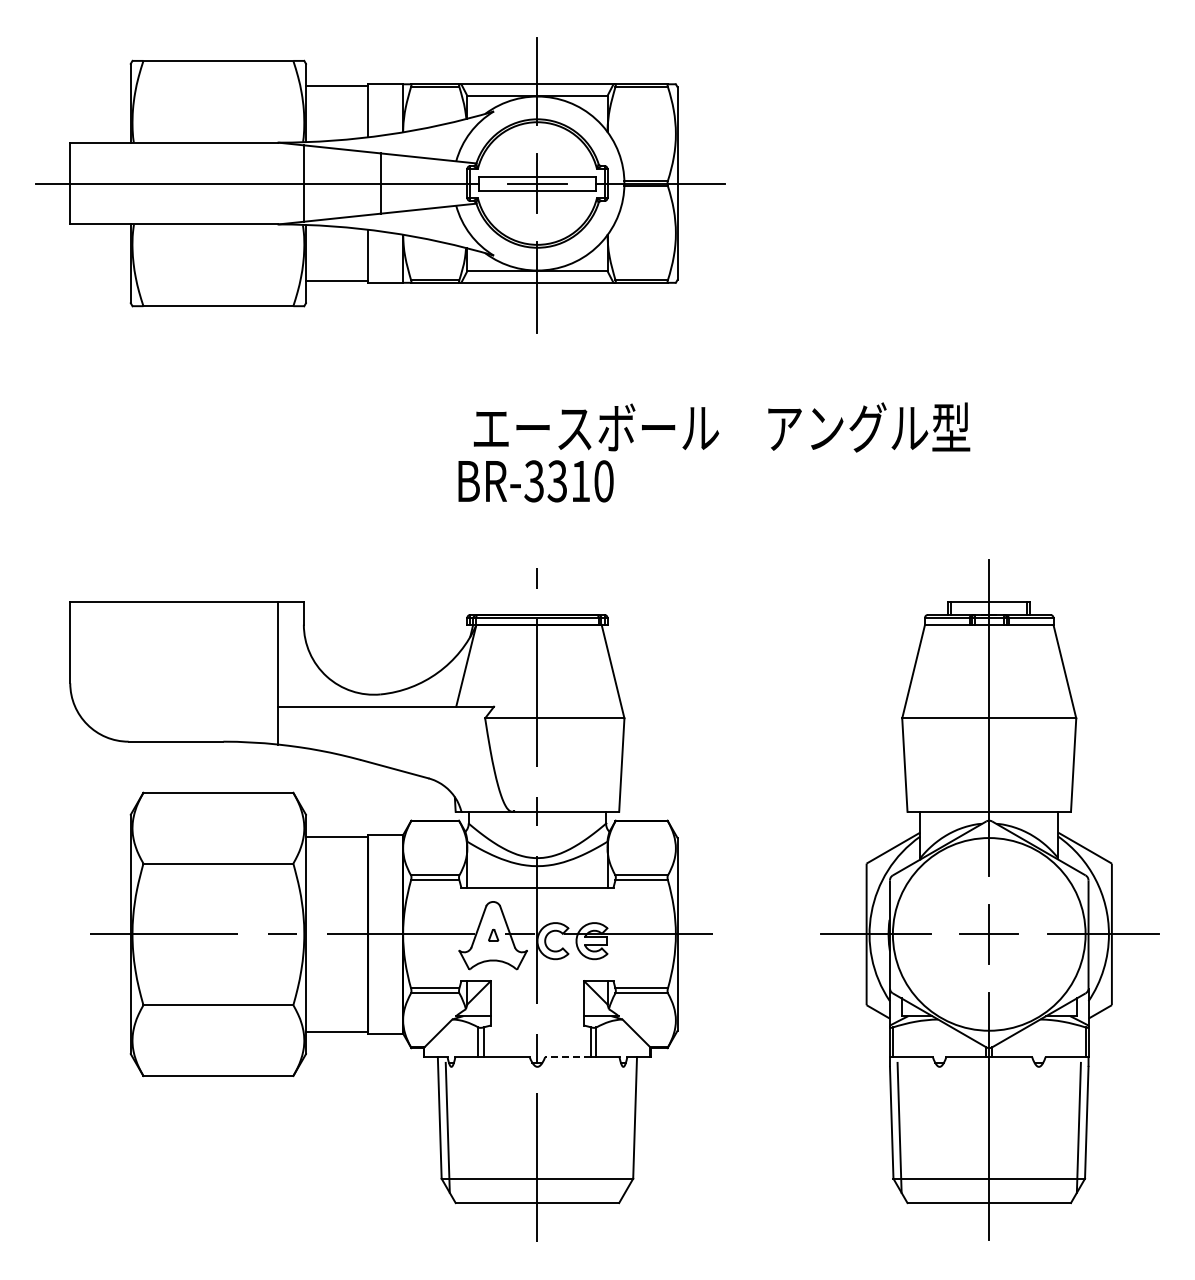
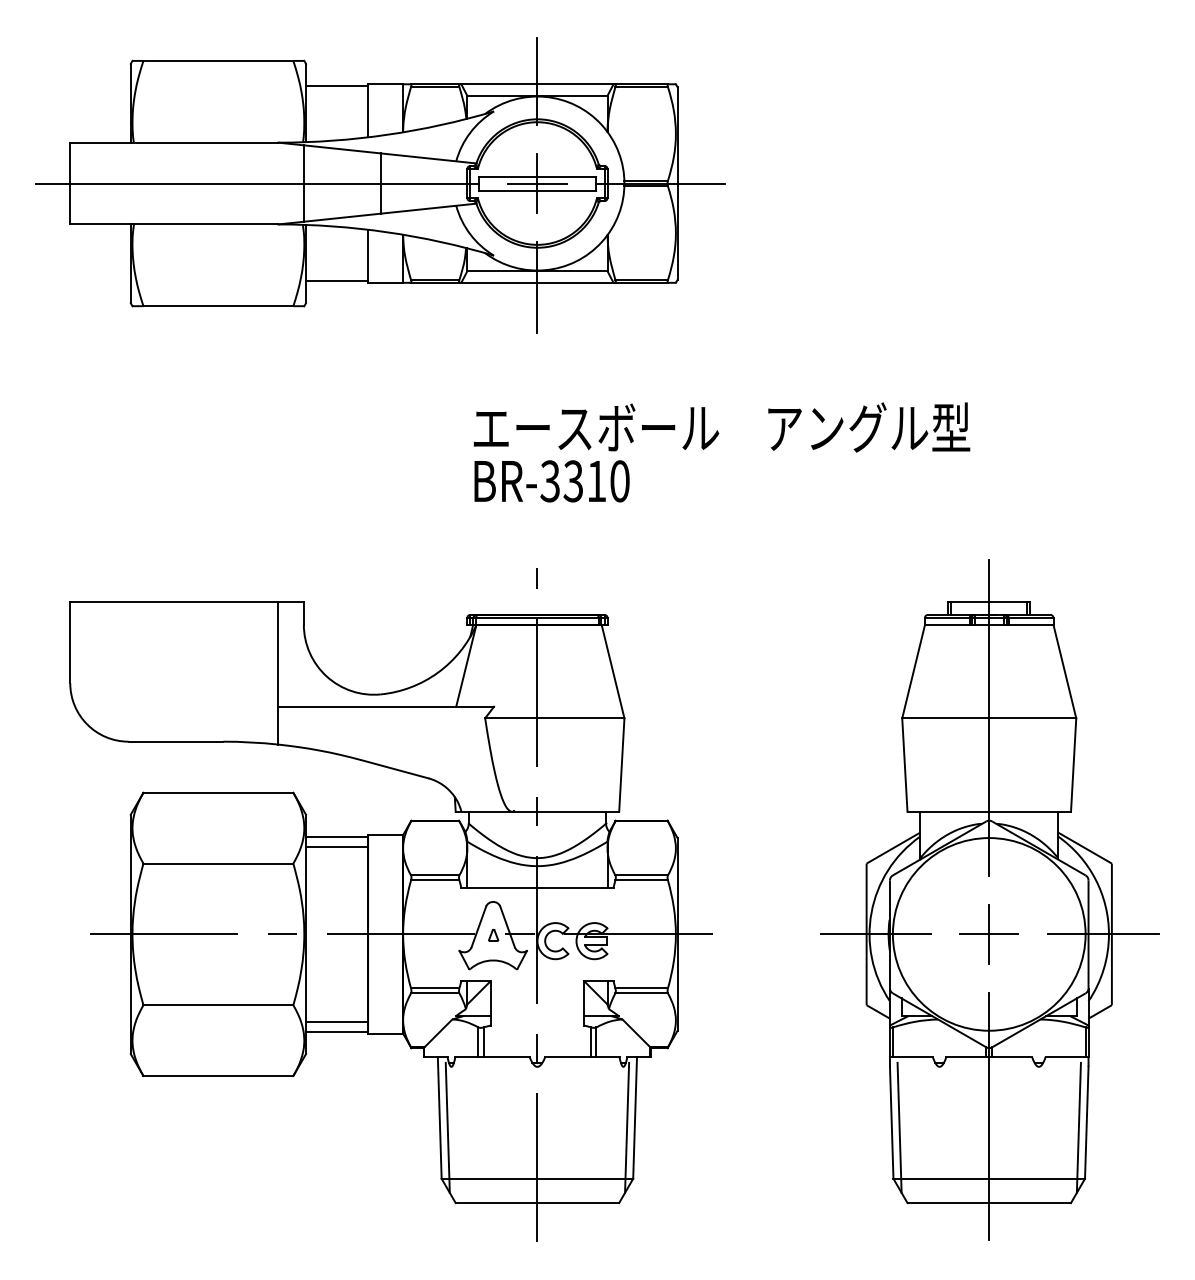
text at (535, 481) position: (535, 481) -> (551, 481)
line at (337, 847): none -> present
line at (337, 1021): none -> present
line at (567, 1057): dashed -> solid
line at (627, 1127): none -> present
